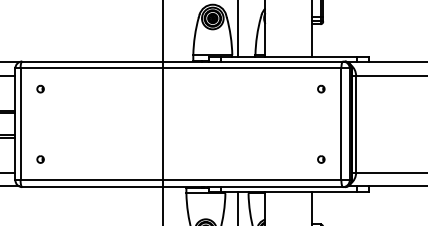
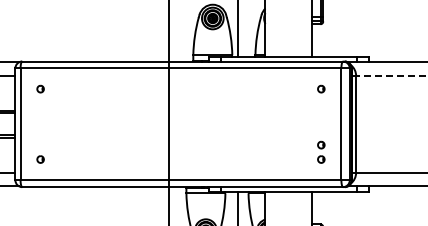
line at (391, 76): solid -> dashed
line at (162, 112) position: (162, 112) -> (168, 112)
part at (321, 144): none -> present
